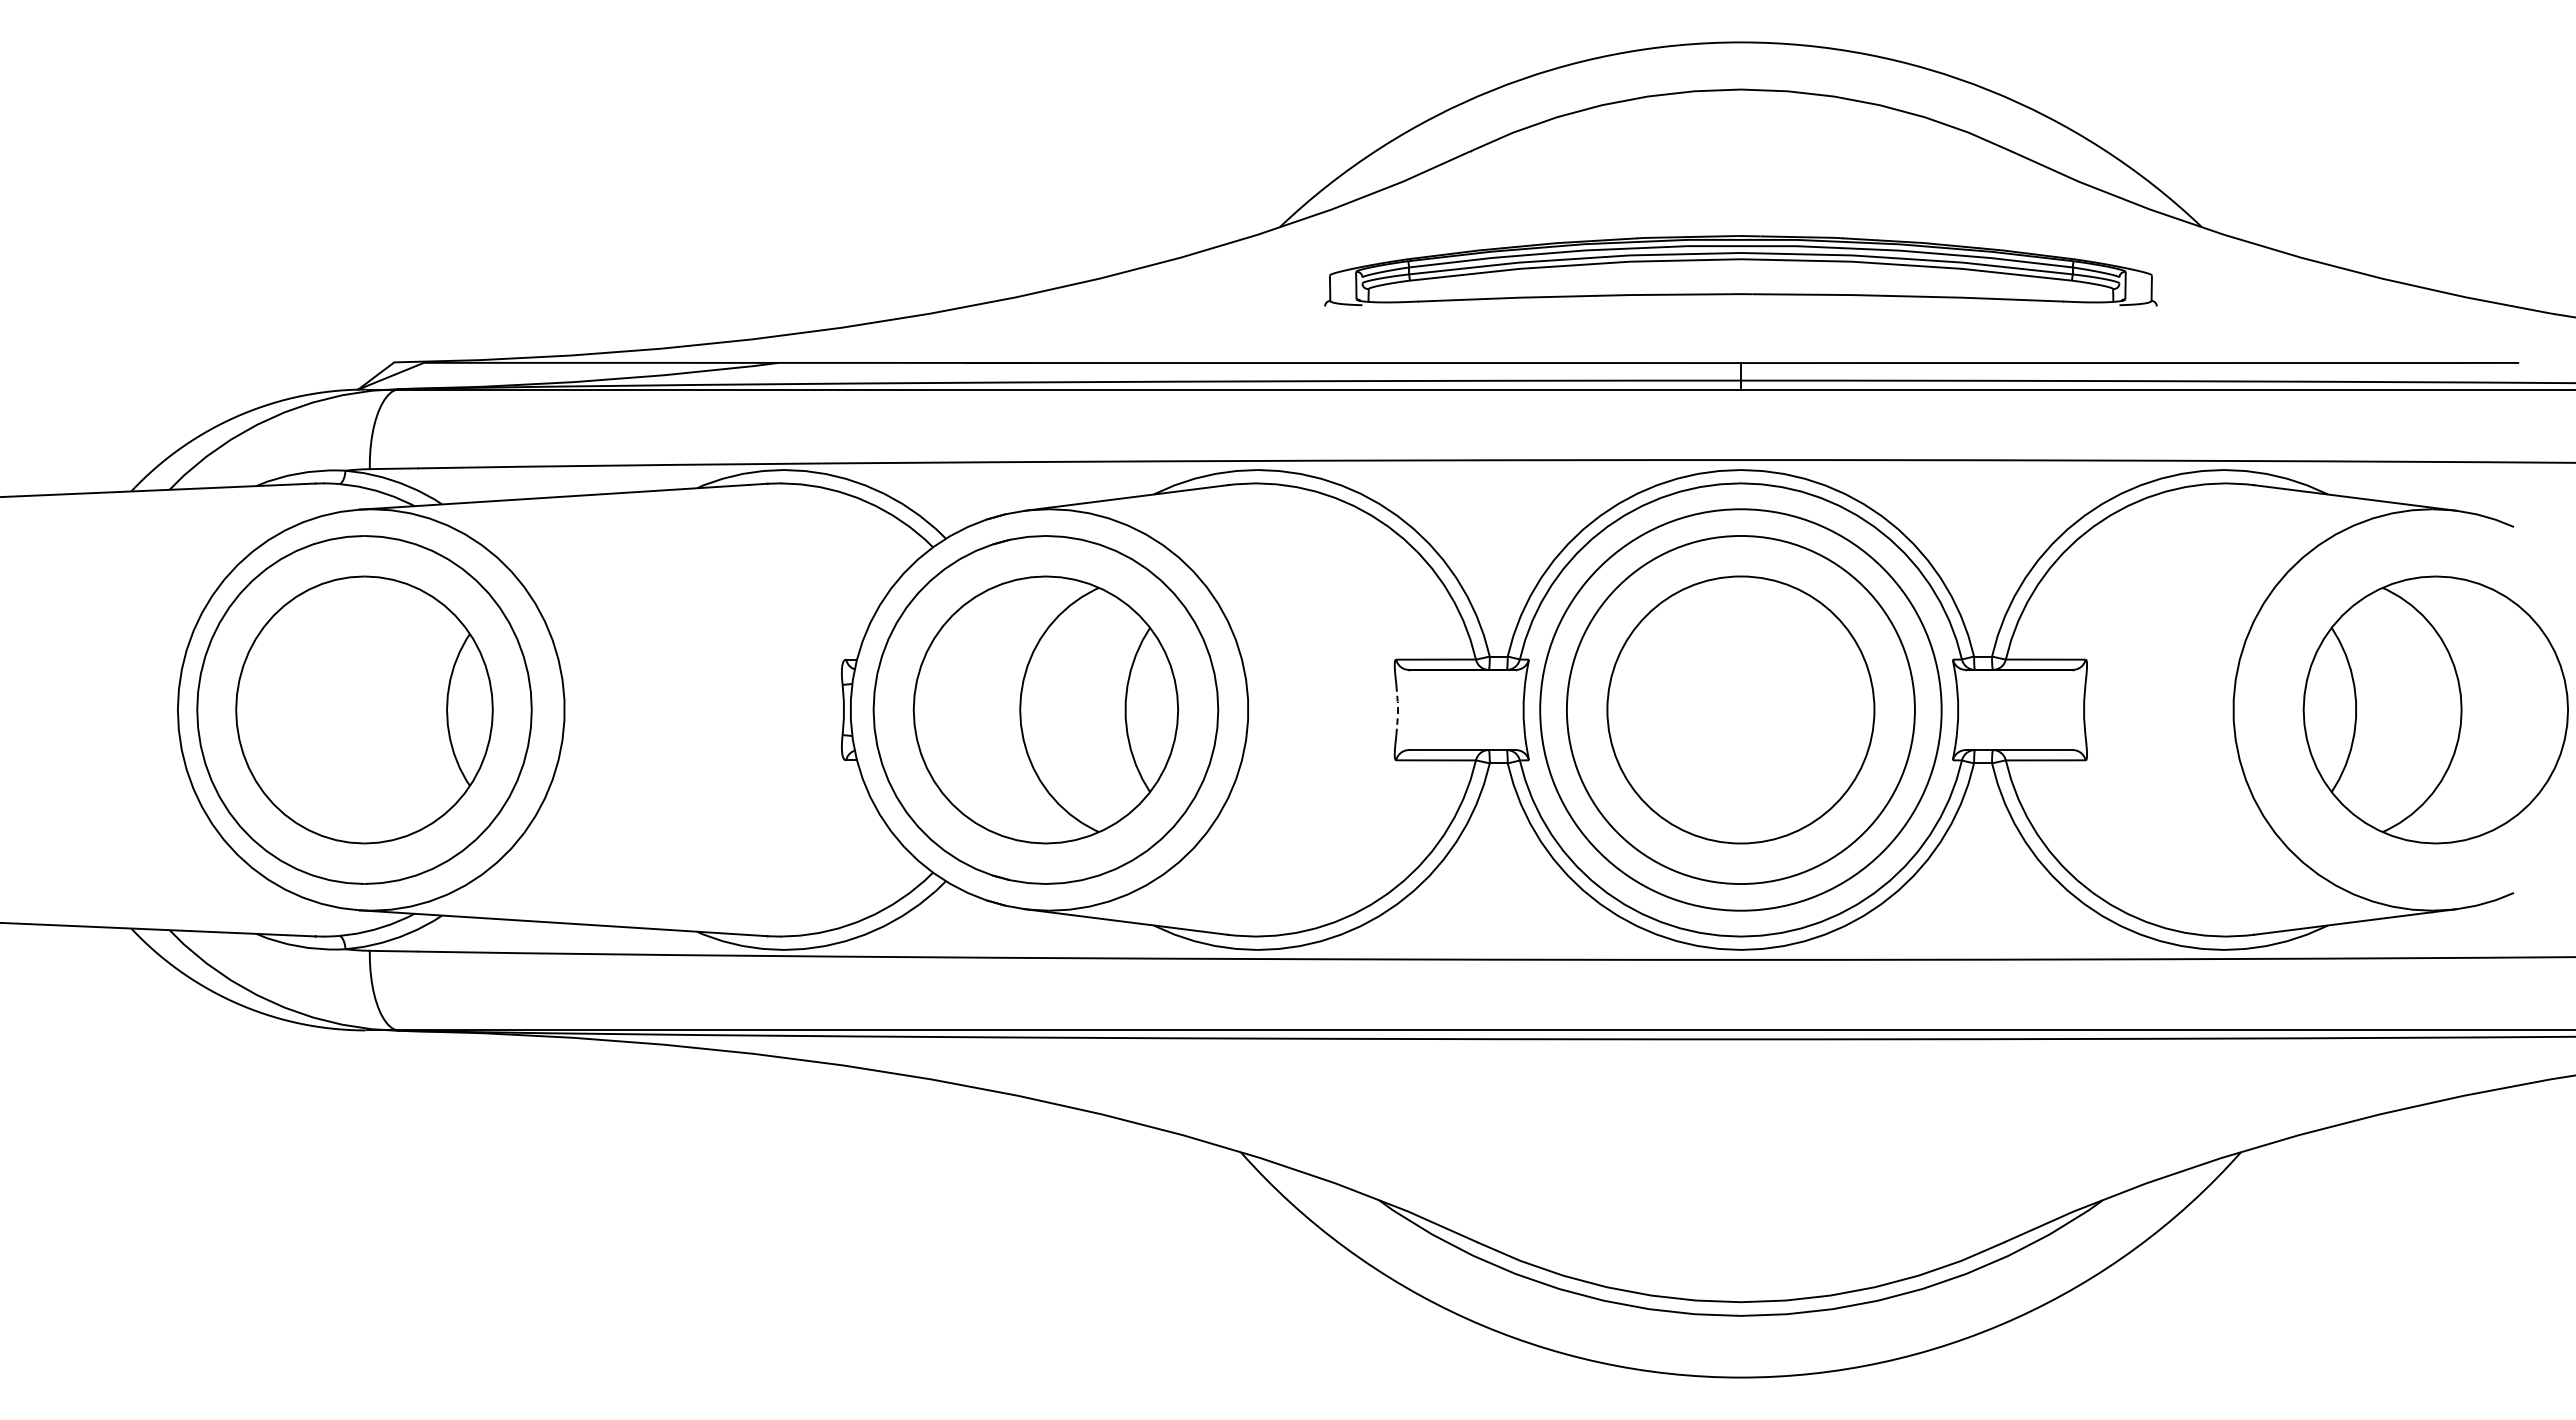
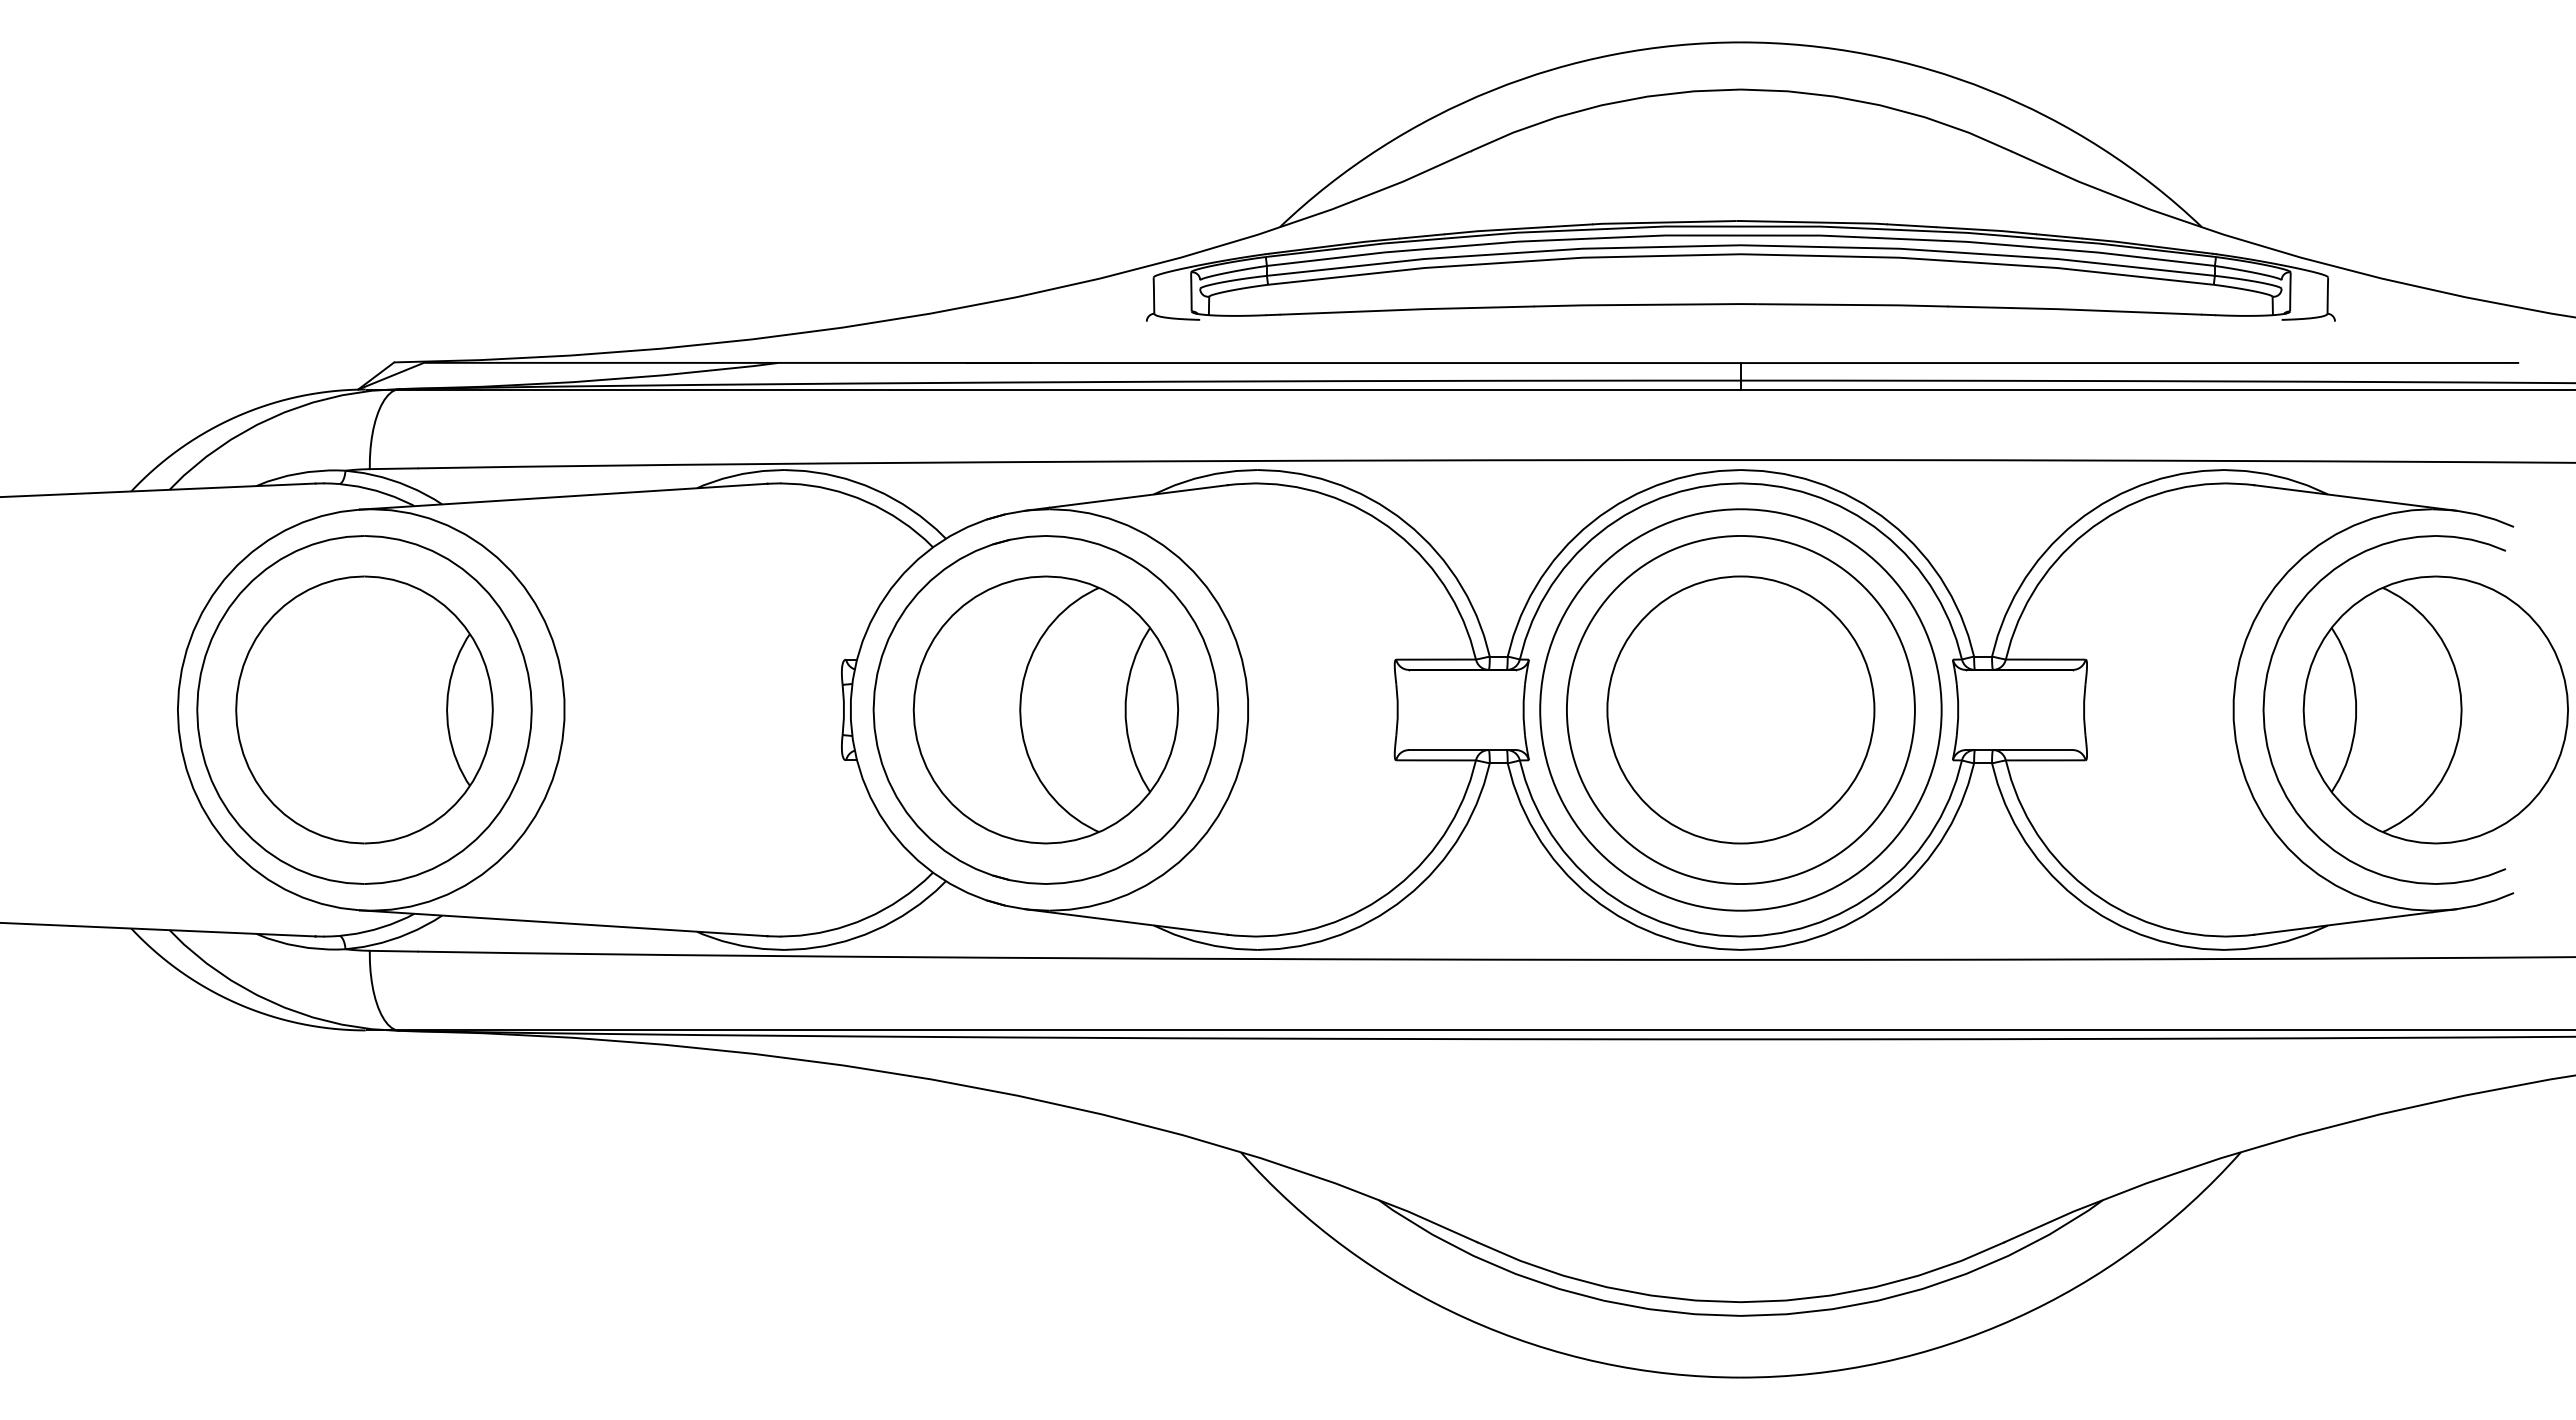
part at (1740, 270) size: 834x72 px -> 1190x102 px
part at (2265, 697): none -> present
line at (1397, 710): dashed -> solid
